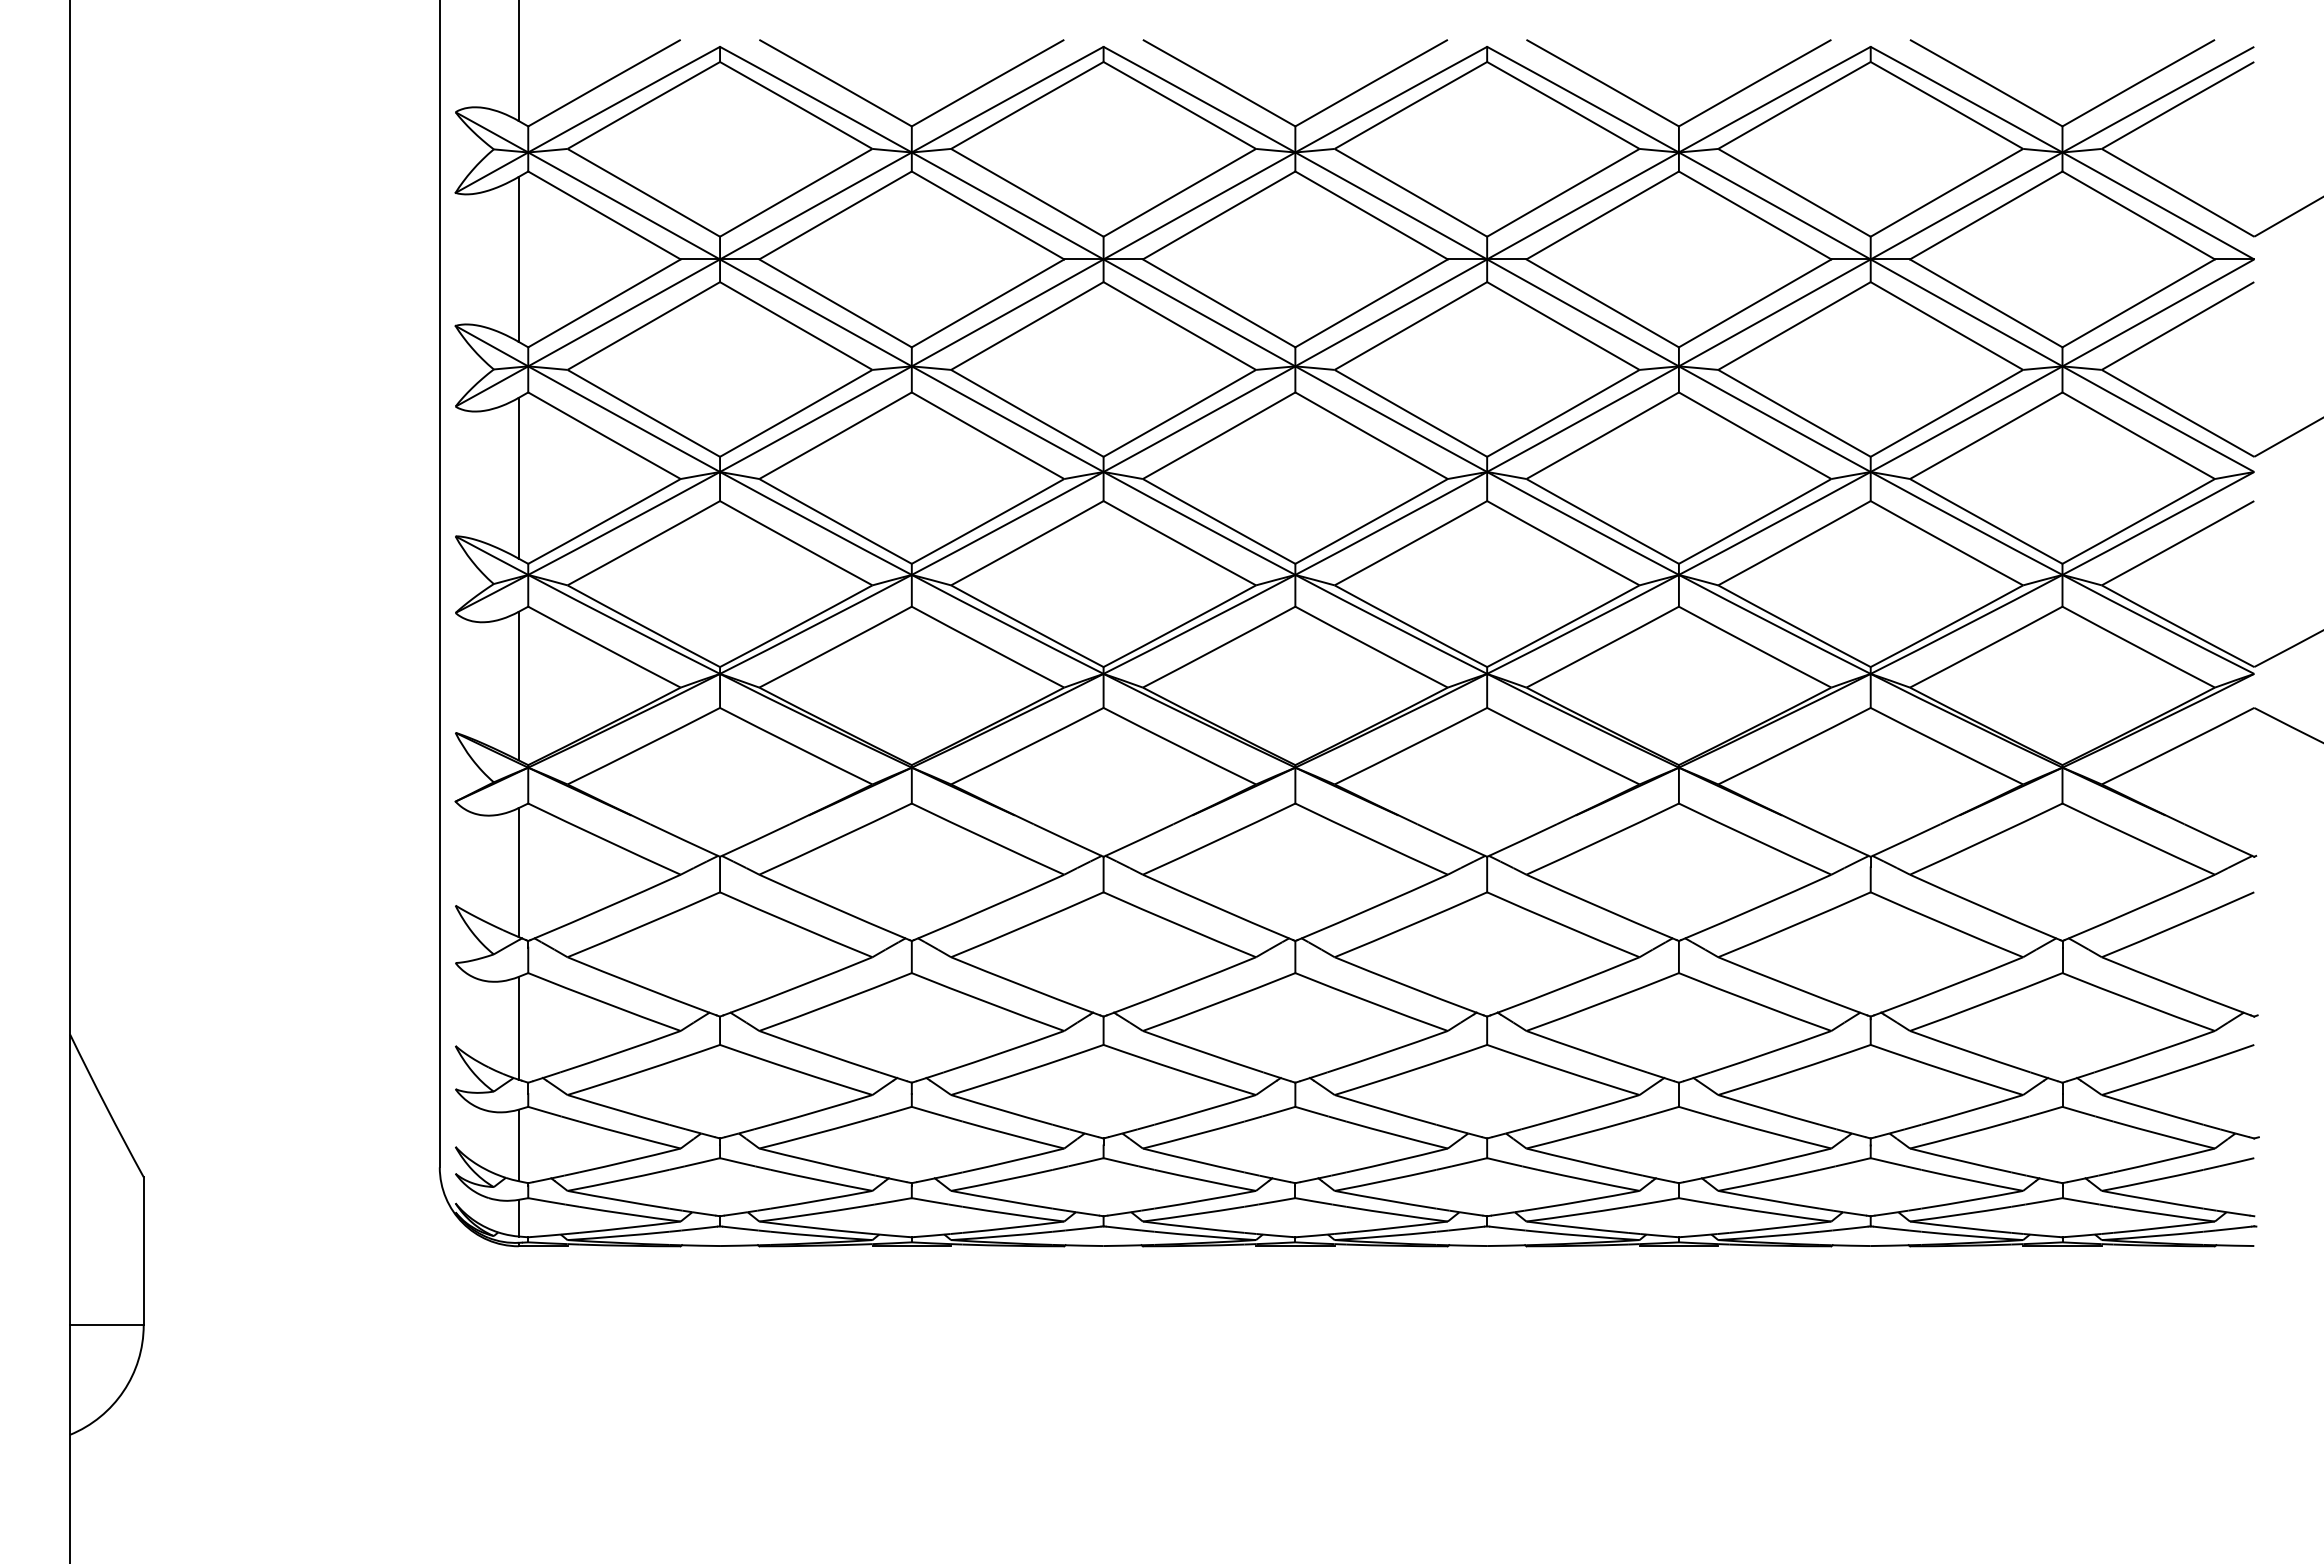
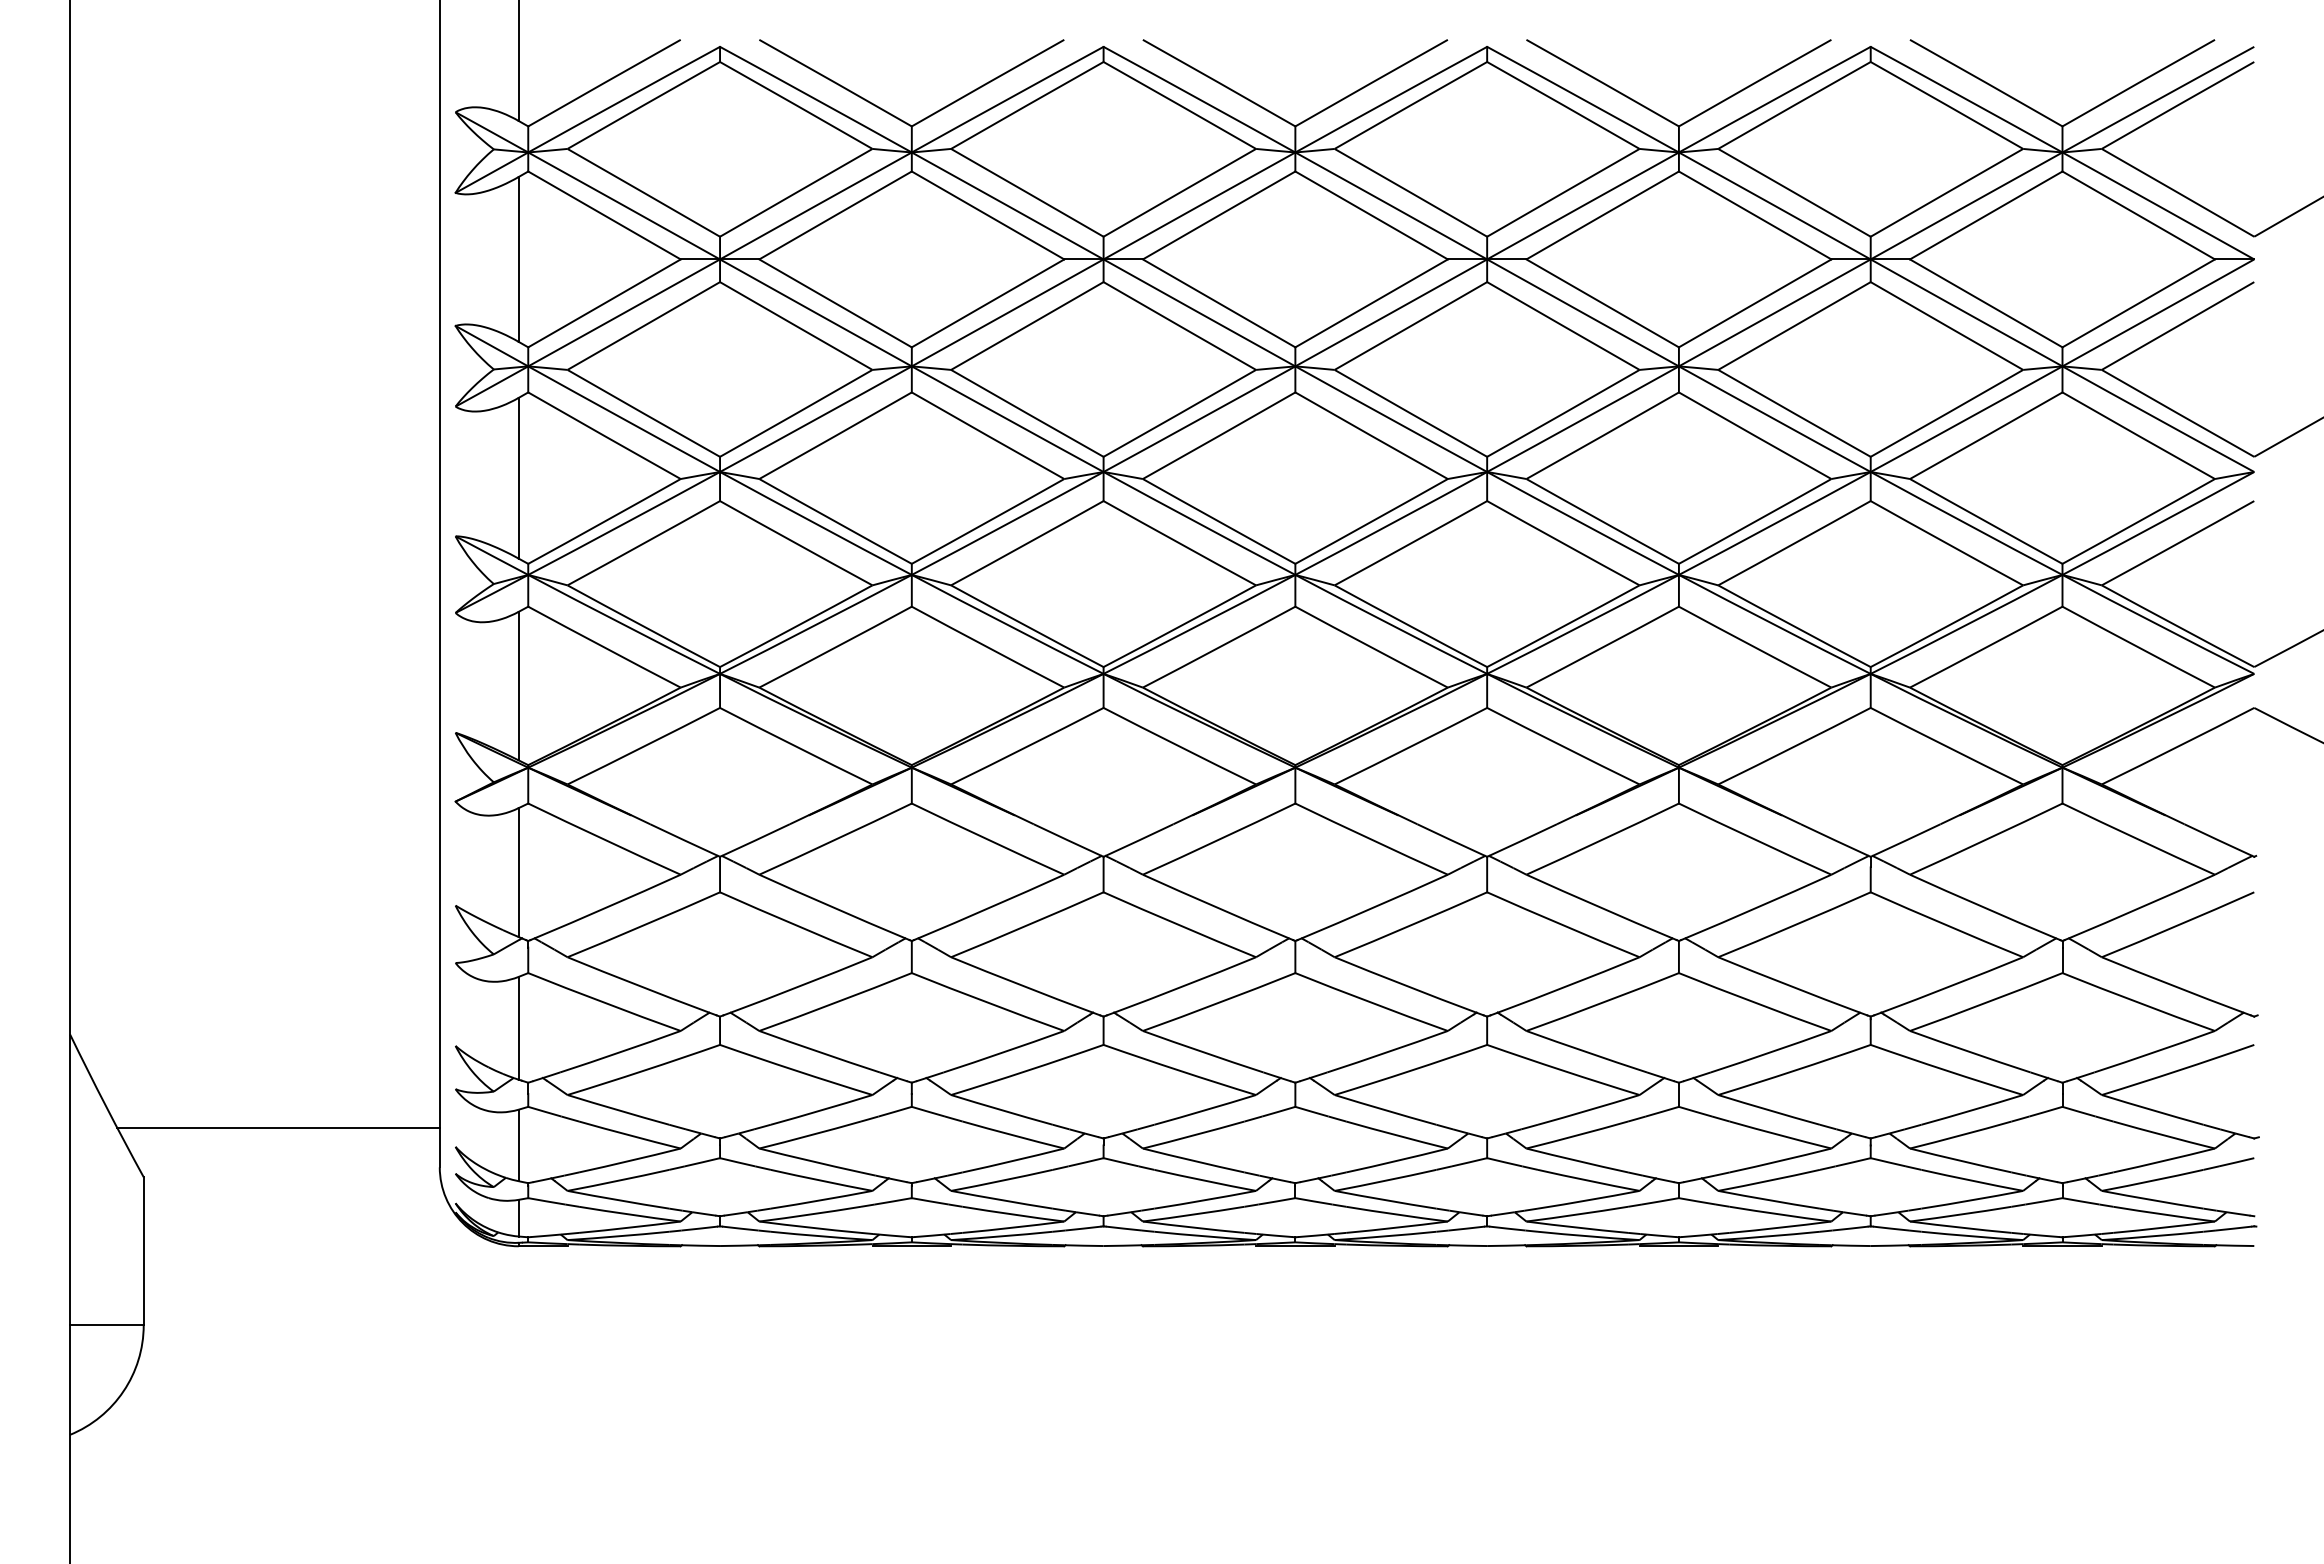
line at (278, 1127): none -> present
